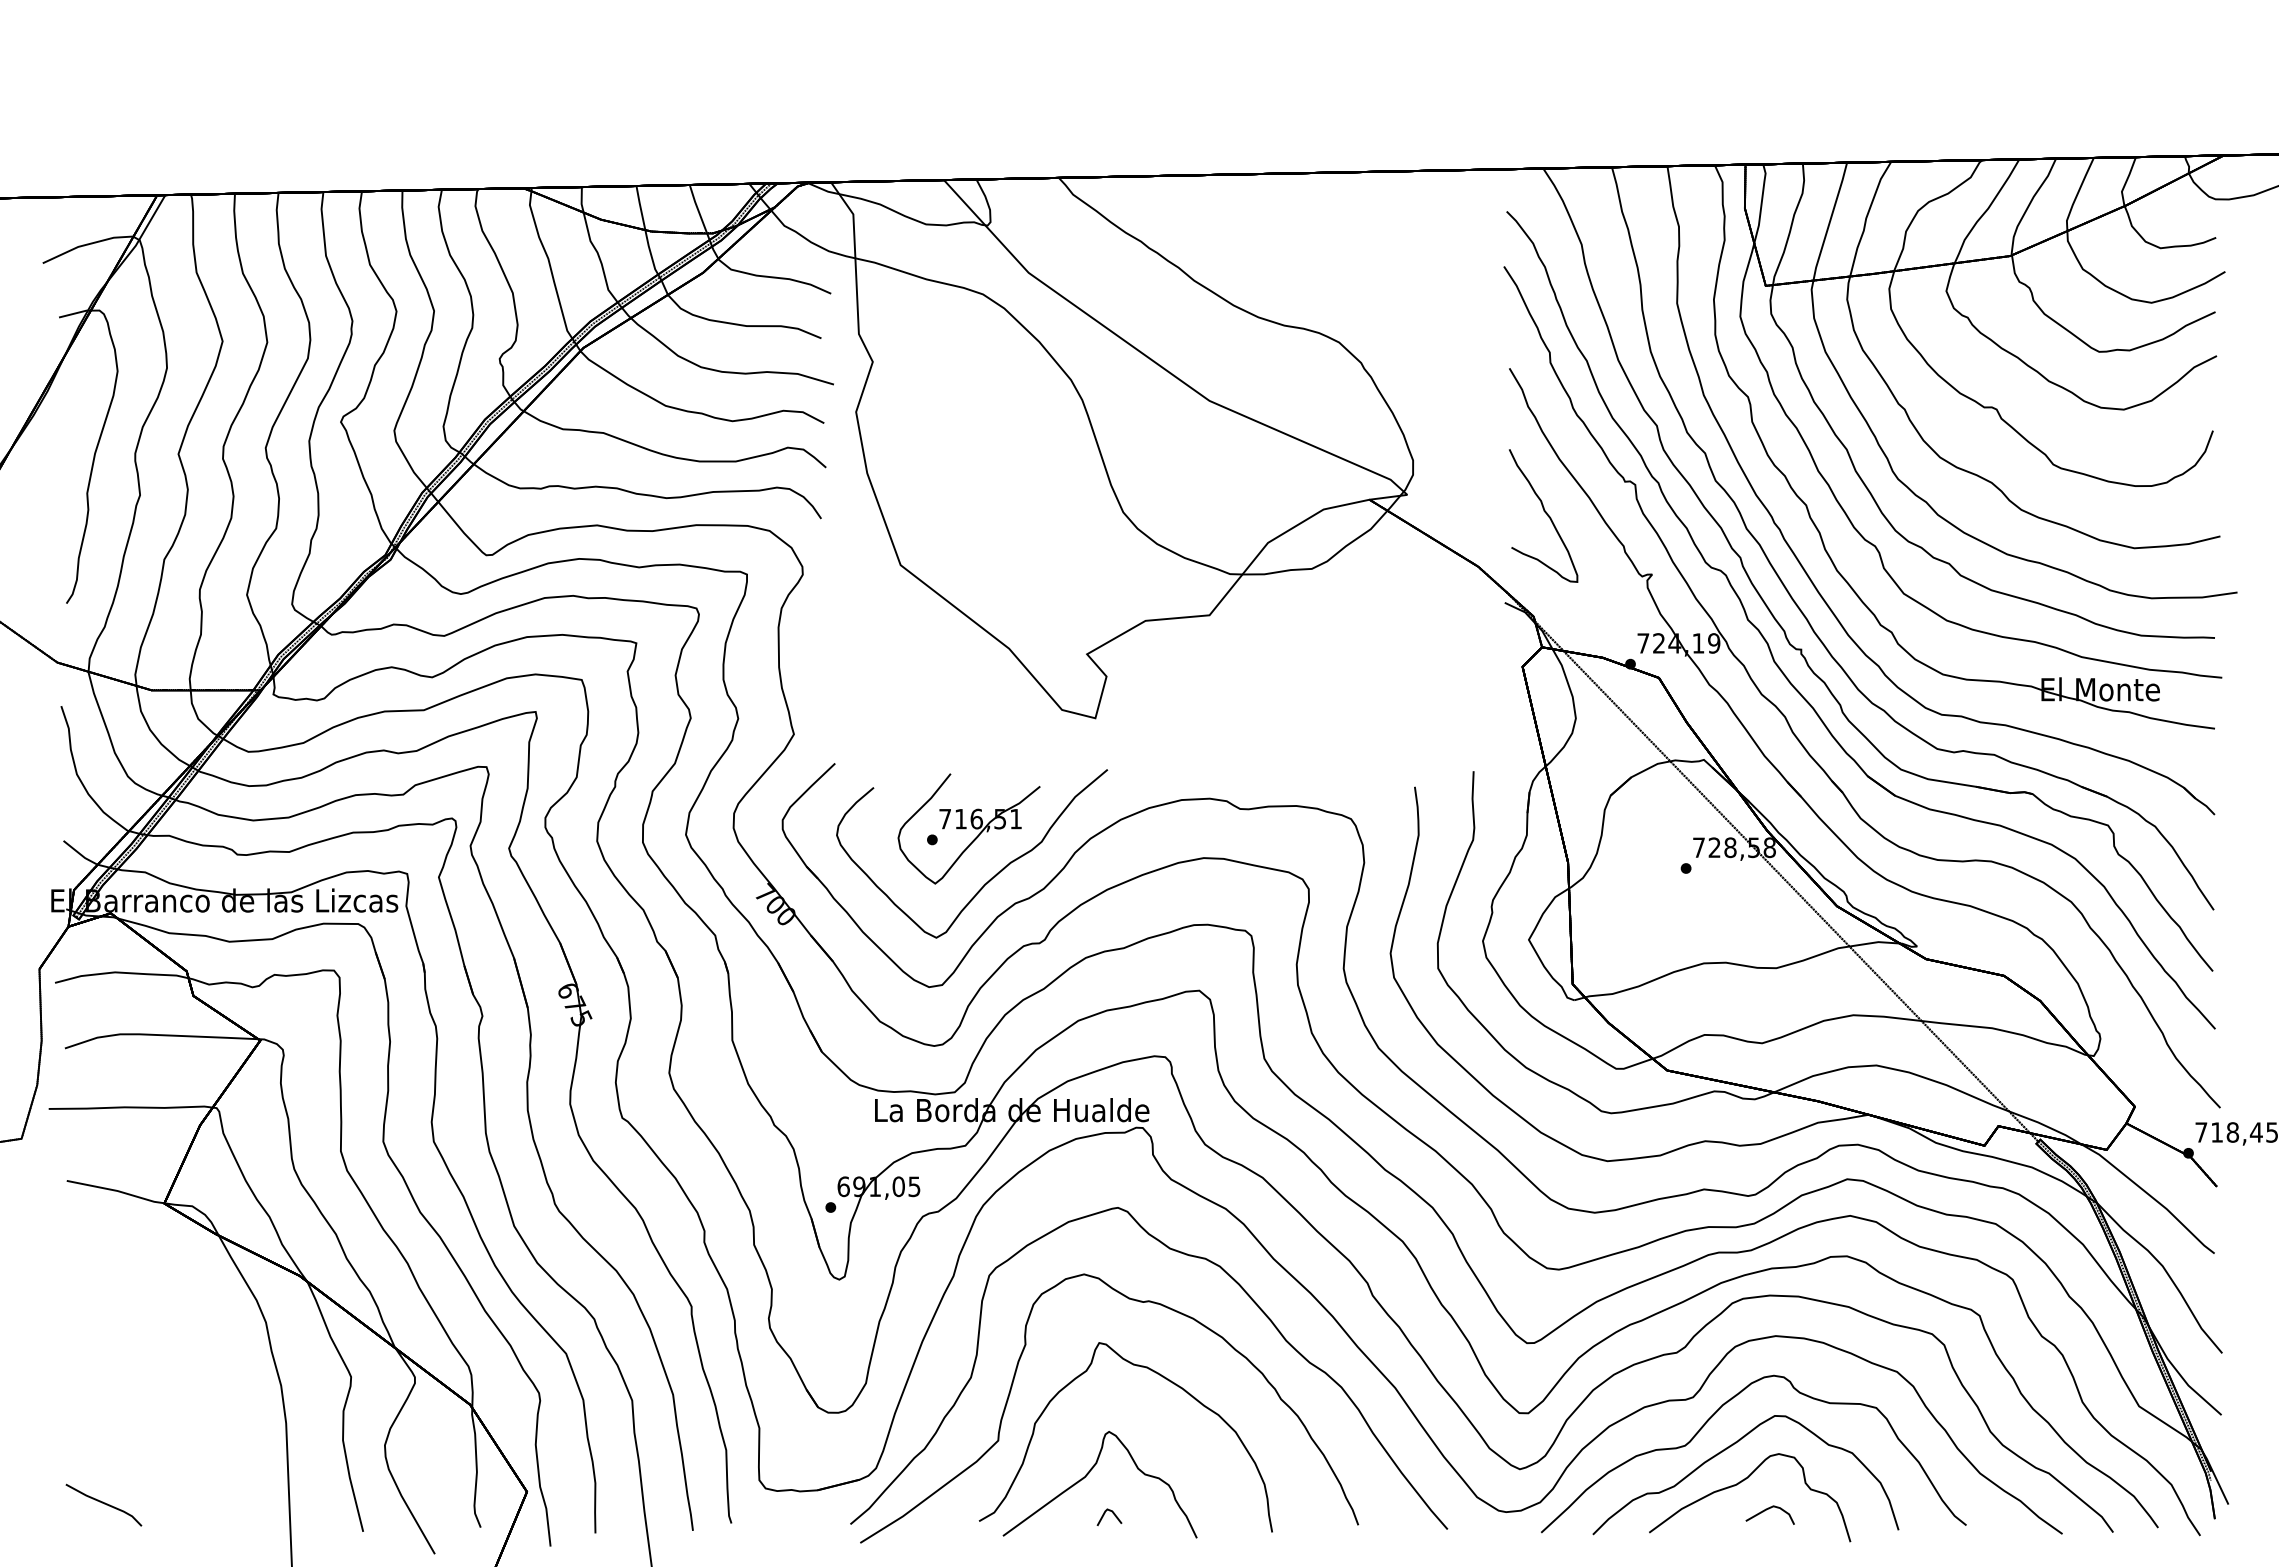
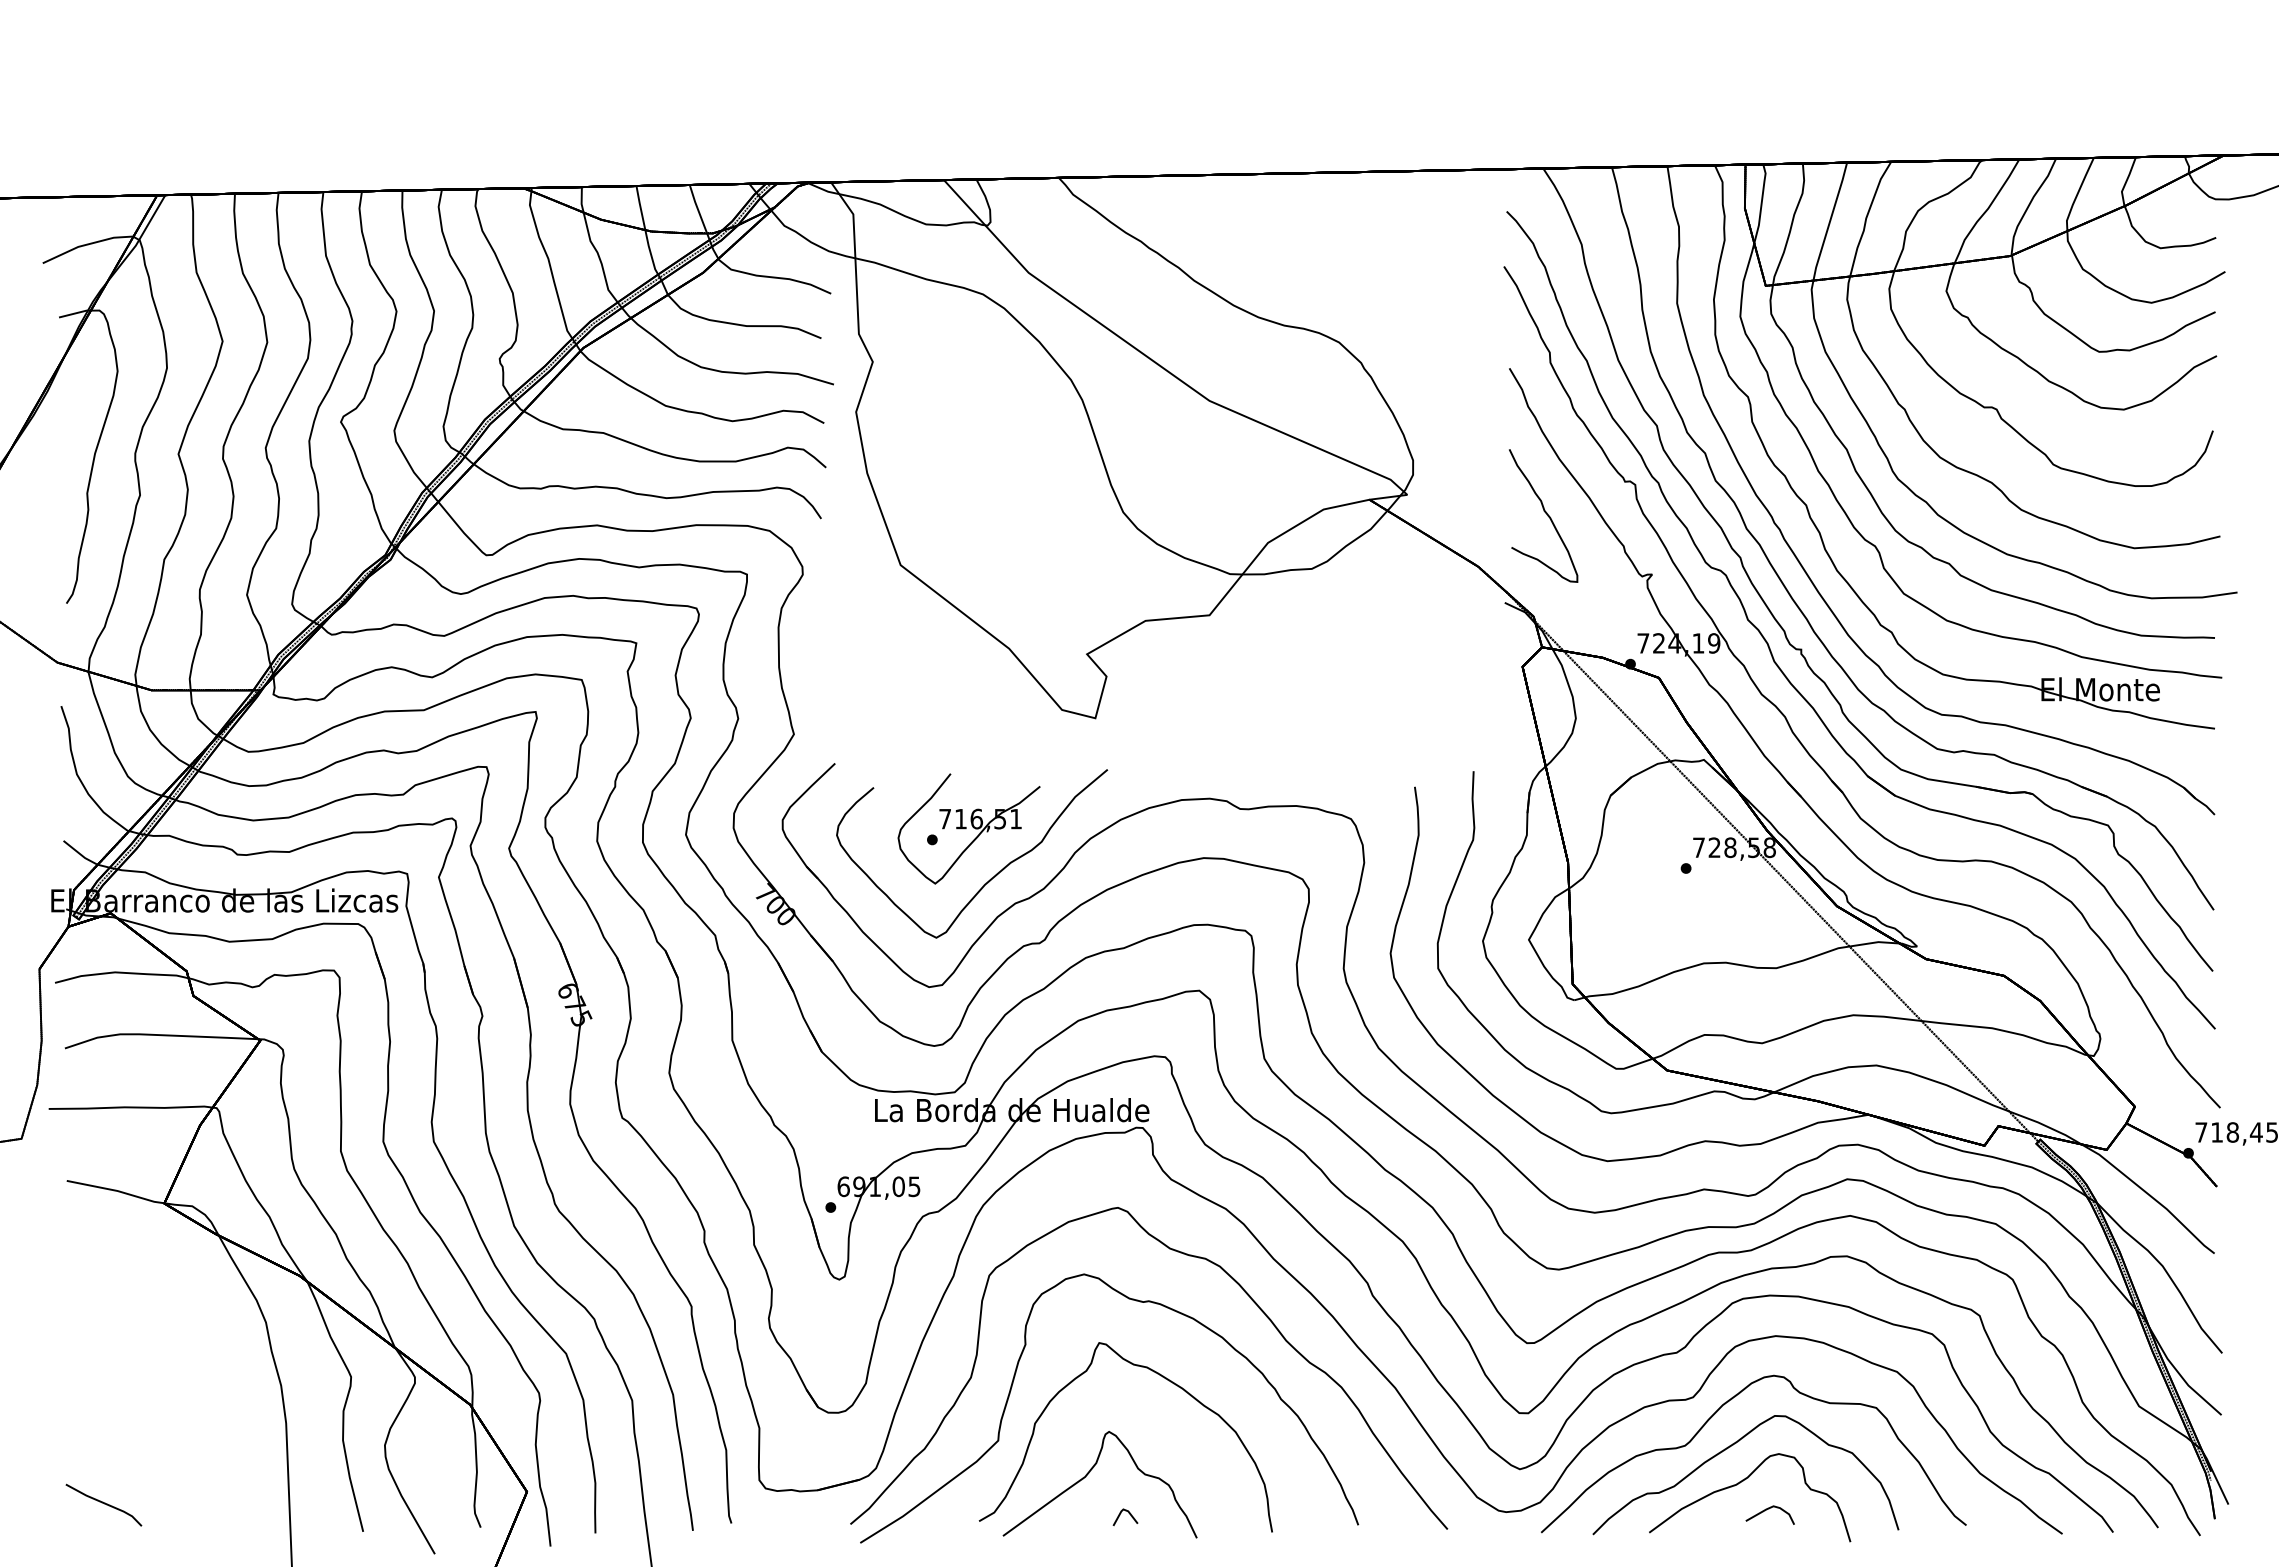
part at (1109, 1517) position: (1109, 1517) -> (1125, 1517)
